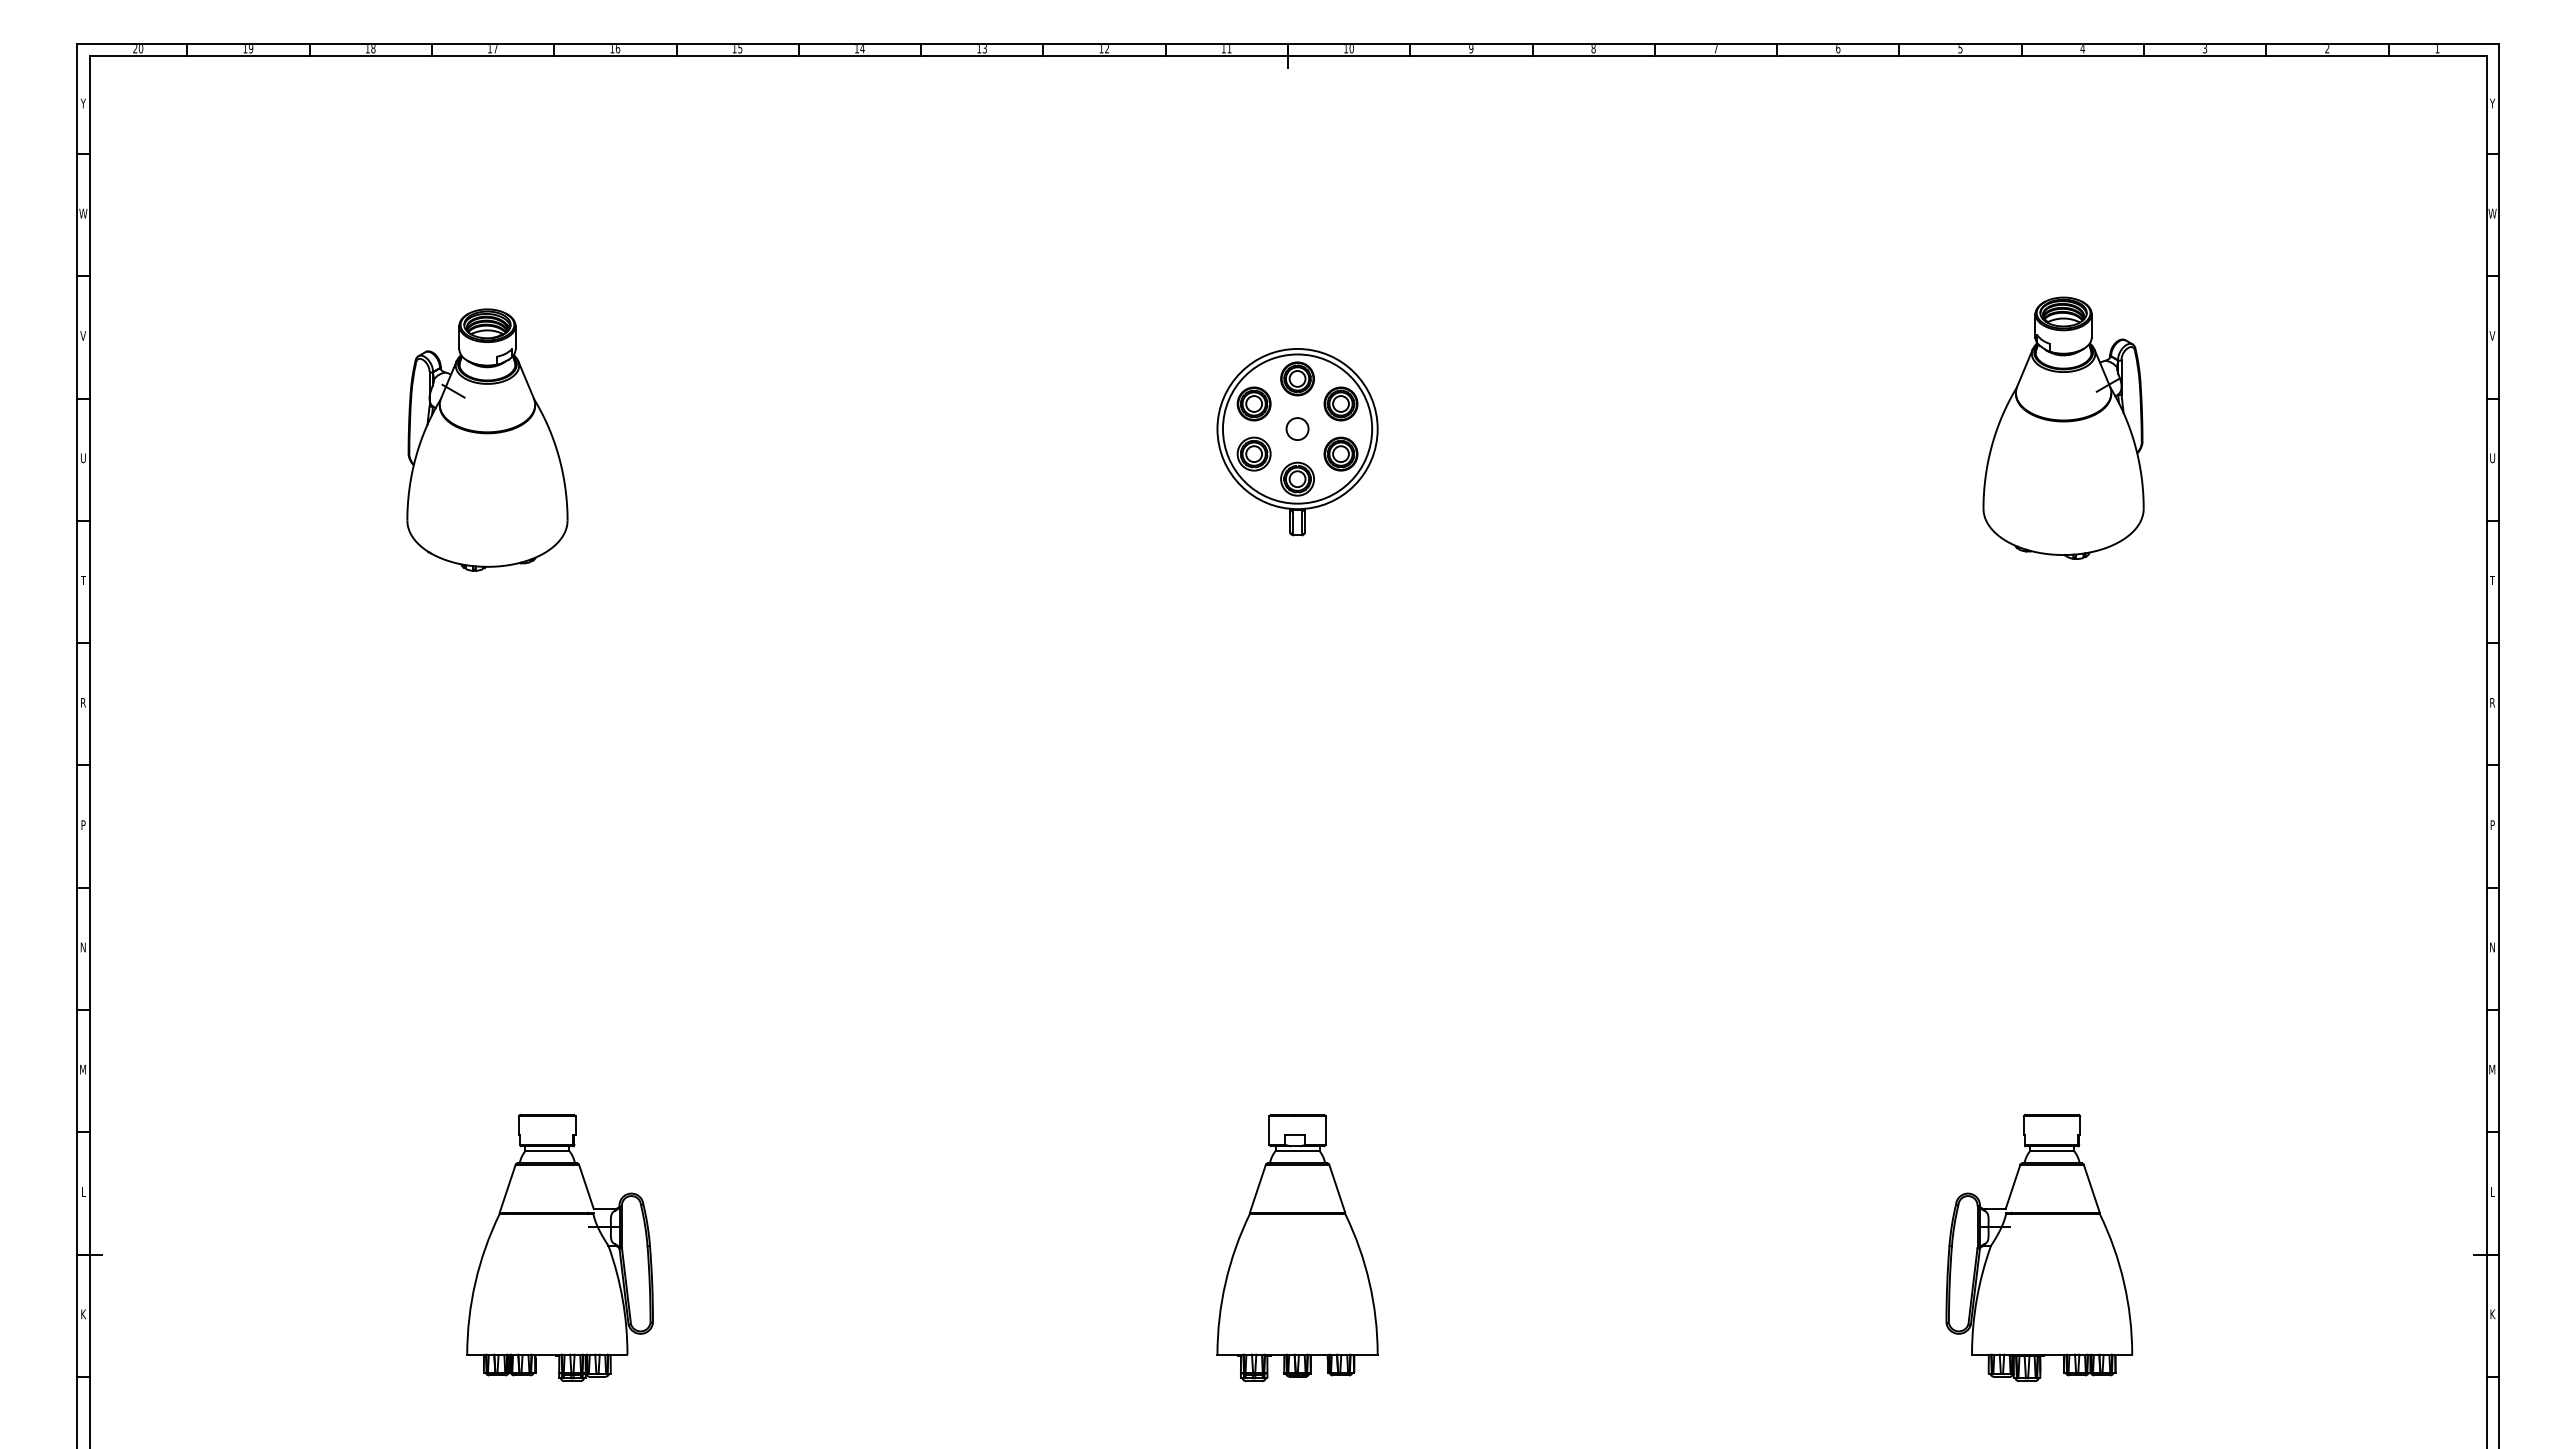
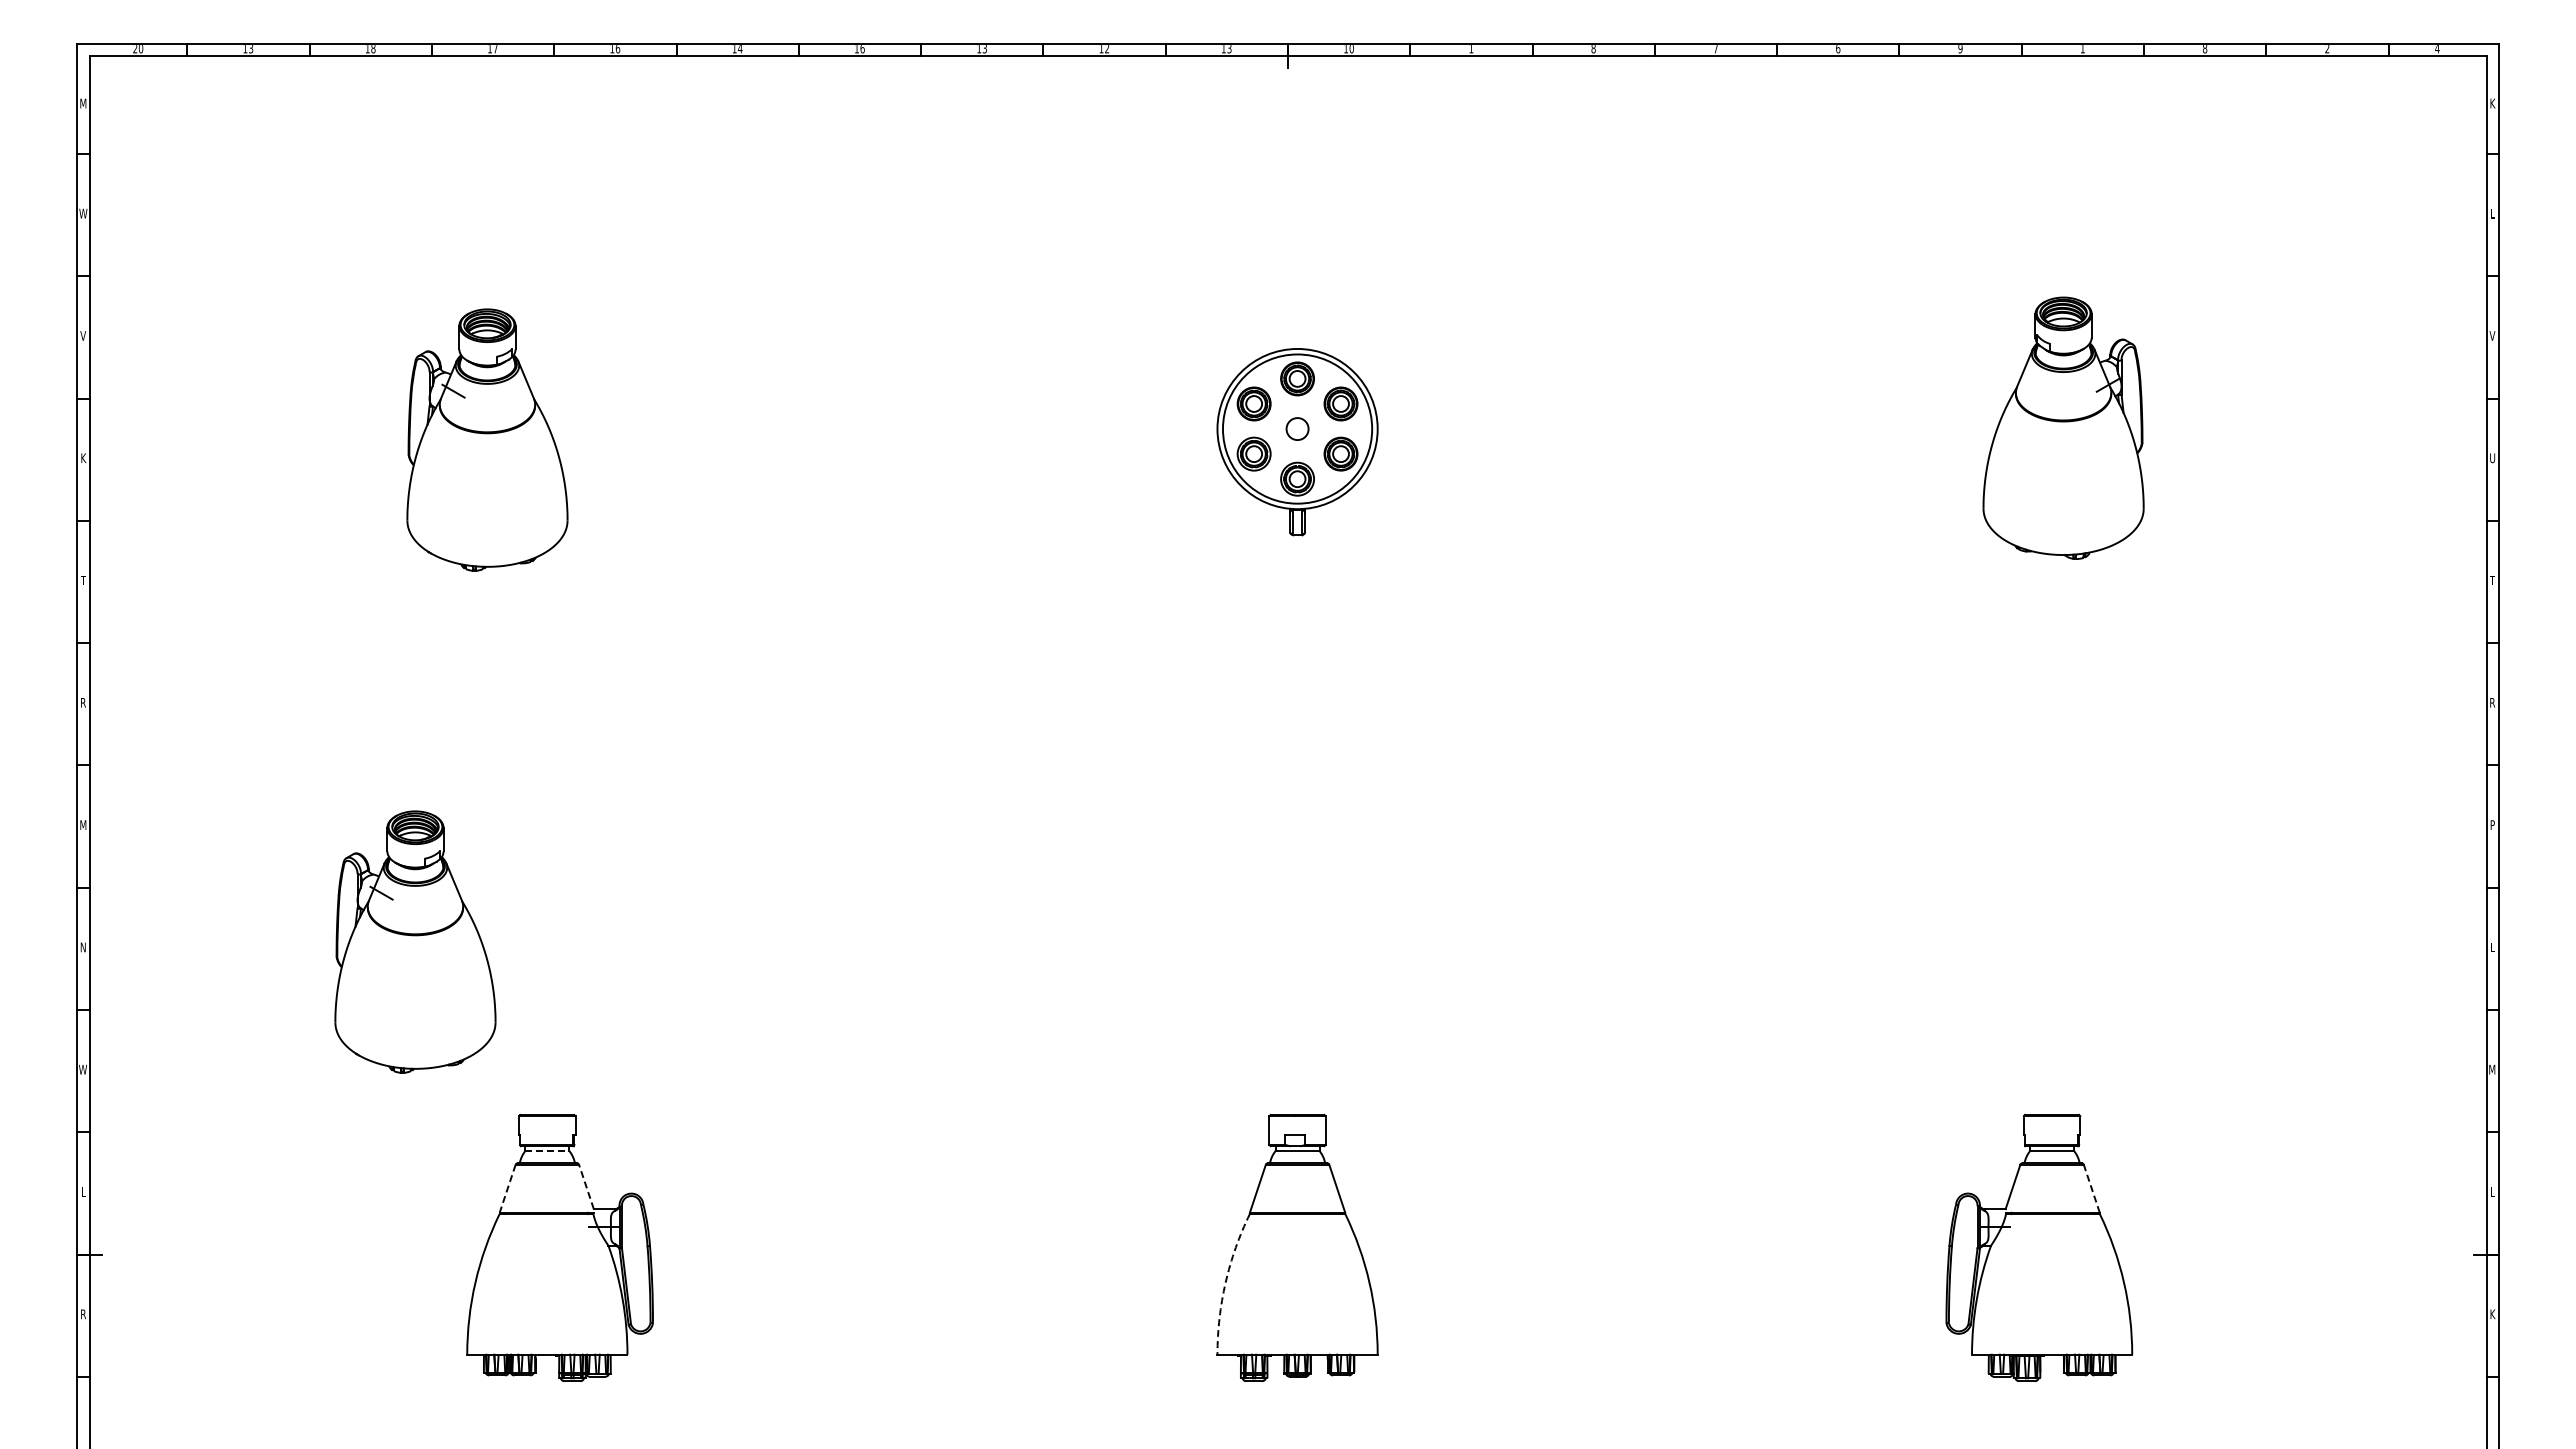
text at (250, 49): 19 -> 13
text at (740, 49): 15 -> 14
text at (862, 49): 14 -> 16
text at (1229, 49): 11 -> 13
text at (1471, 49): 9 -> 1
text at (1960, 49): 5 -> 9
text at (2082, 49): 4 -> 1
text at (2205, 49): 3 -> 8
text at (2437, 49): 1 -> 4
text at (83, 103): Y -> M
text at (2492, 103): Y -> K
text at (2492, 213): W -> L
text at (83, 458): U -> K
text at (83, 824): P -> M
part at (415, 941): none -> present
text at (2492, 947): N -> L
text at (82, 1069): M -> W
line at (547, 1151): solid -> dashed
line at (586, 1186): solid -> dashed
line at (2091, 1188): solid -> dashed
line at (507, 1189): solid -> dashed
arc at (1225, 1282): solid -> dashed
text at (83, 1313): K -> R
